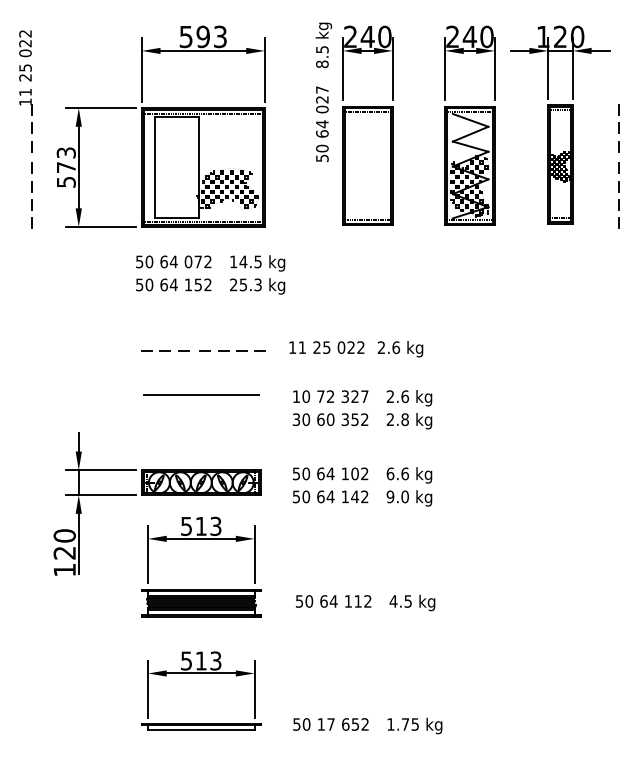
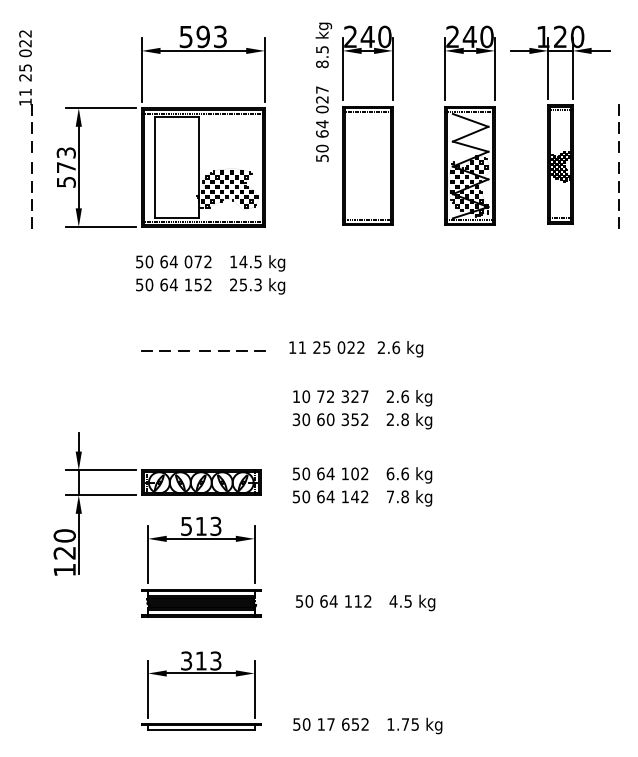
line at (200, 394): present -> none
text at (397, 496): 9.0 -> 7.8
text at (186, 660): 513 -> 313
